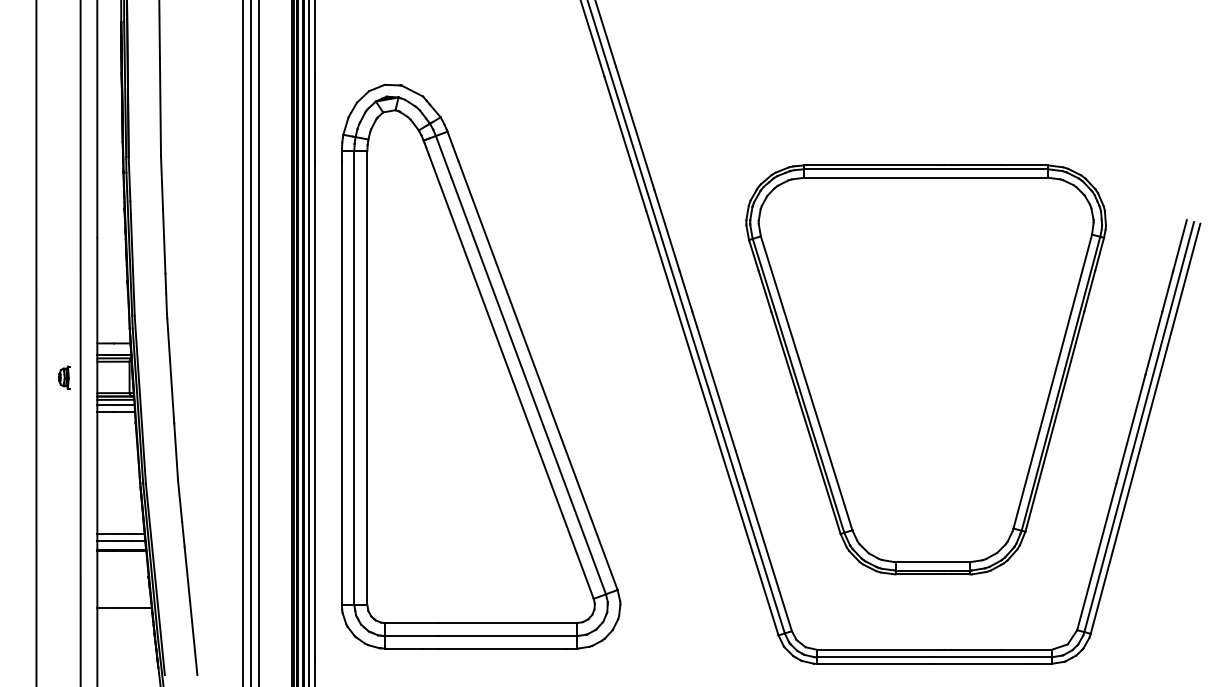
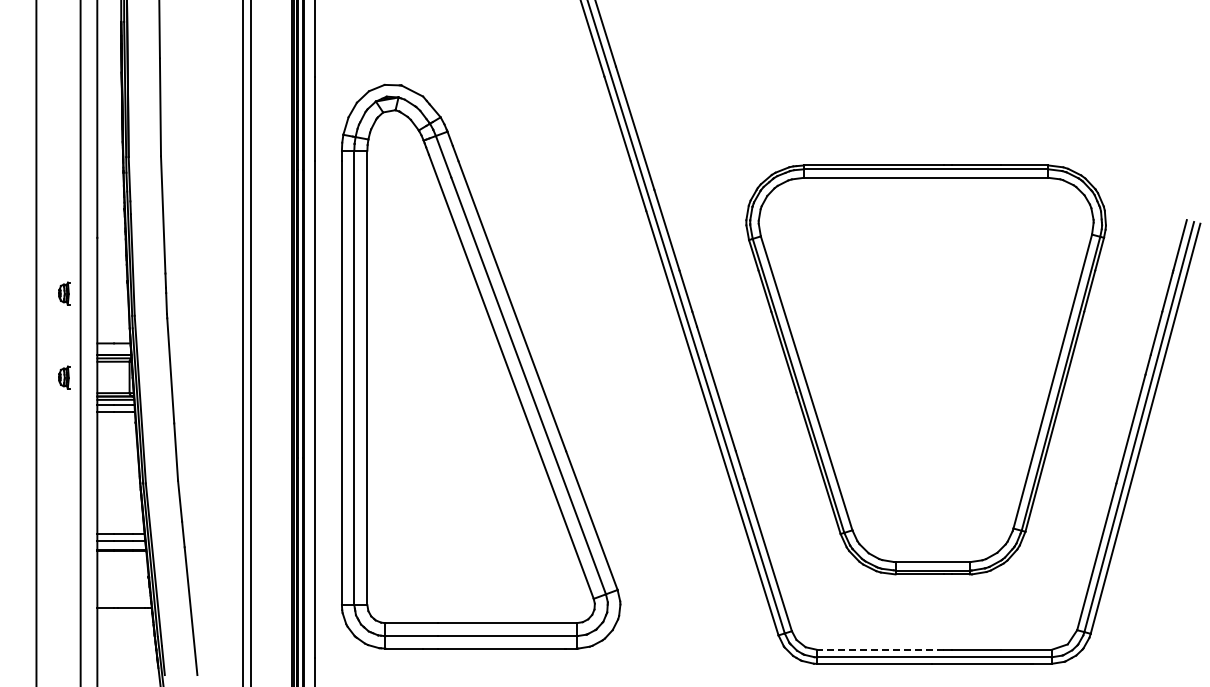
part at (64, 293): none -> present
line at (258, 342): present -> none
line at (308, 342): present -> none
line at (879, 649): solid -> dashed
